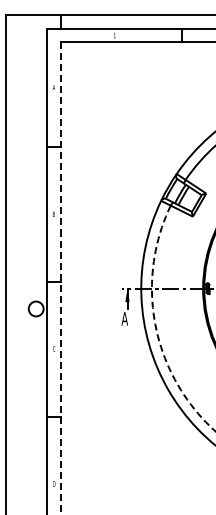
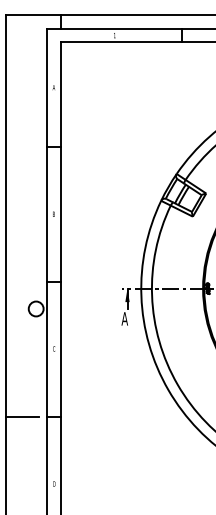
line at (60, 278): dashed -> solid
arc at (155, 326): dashed -> solid
line at (22, 417): none -> present
